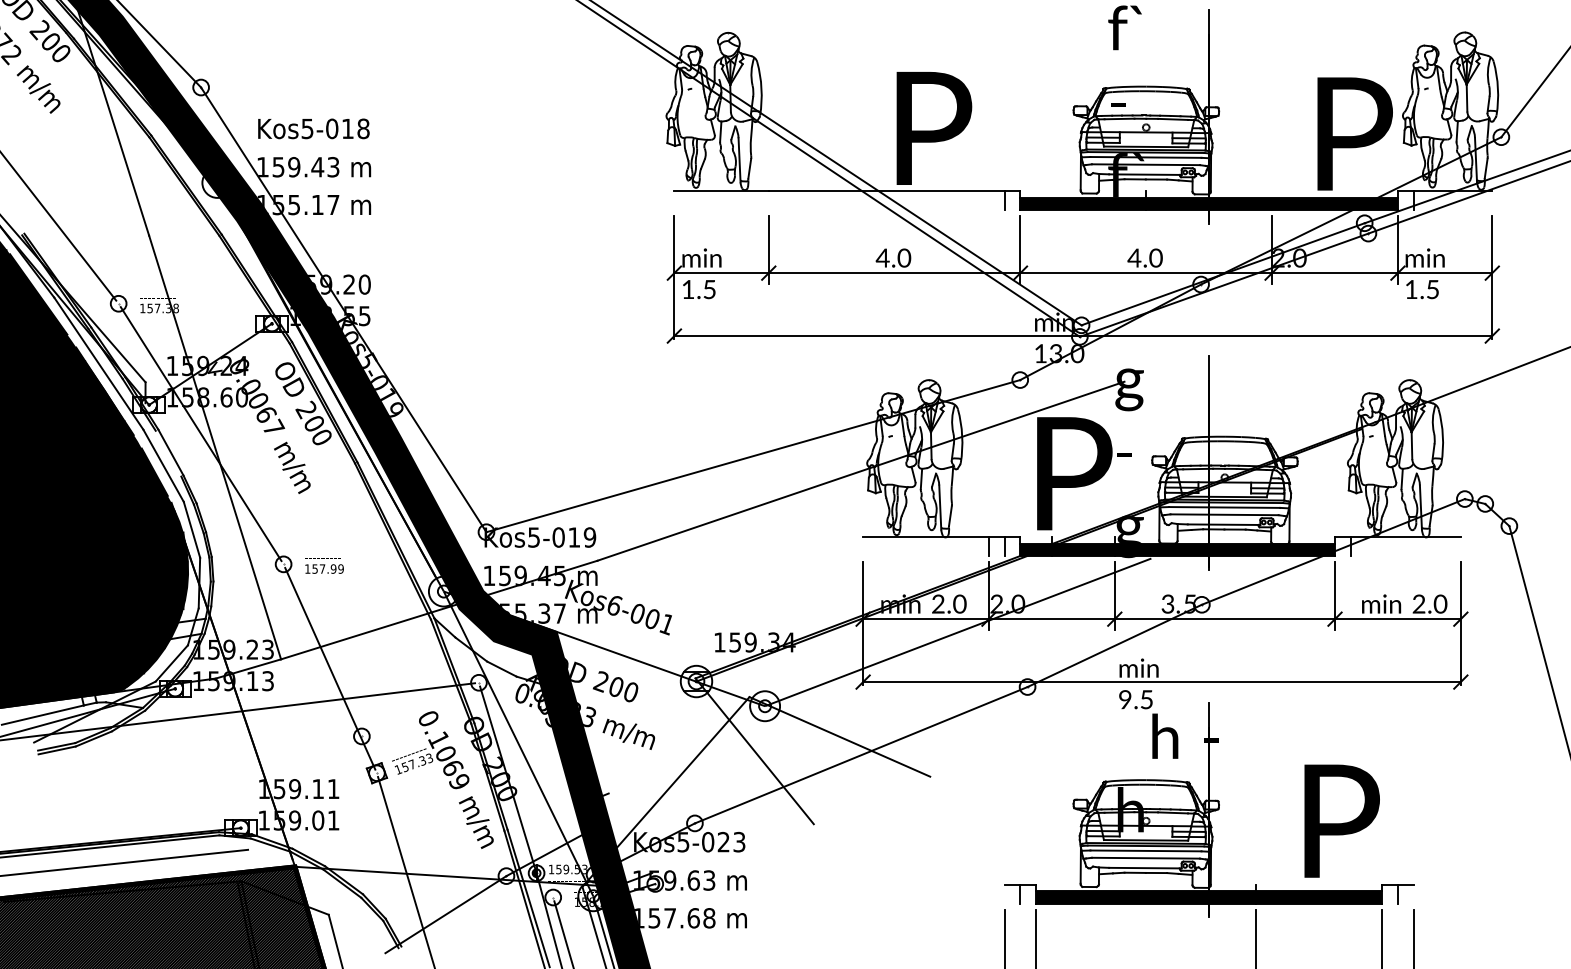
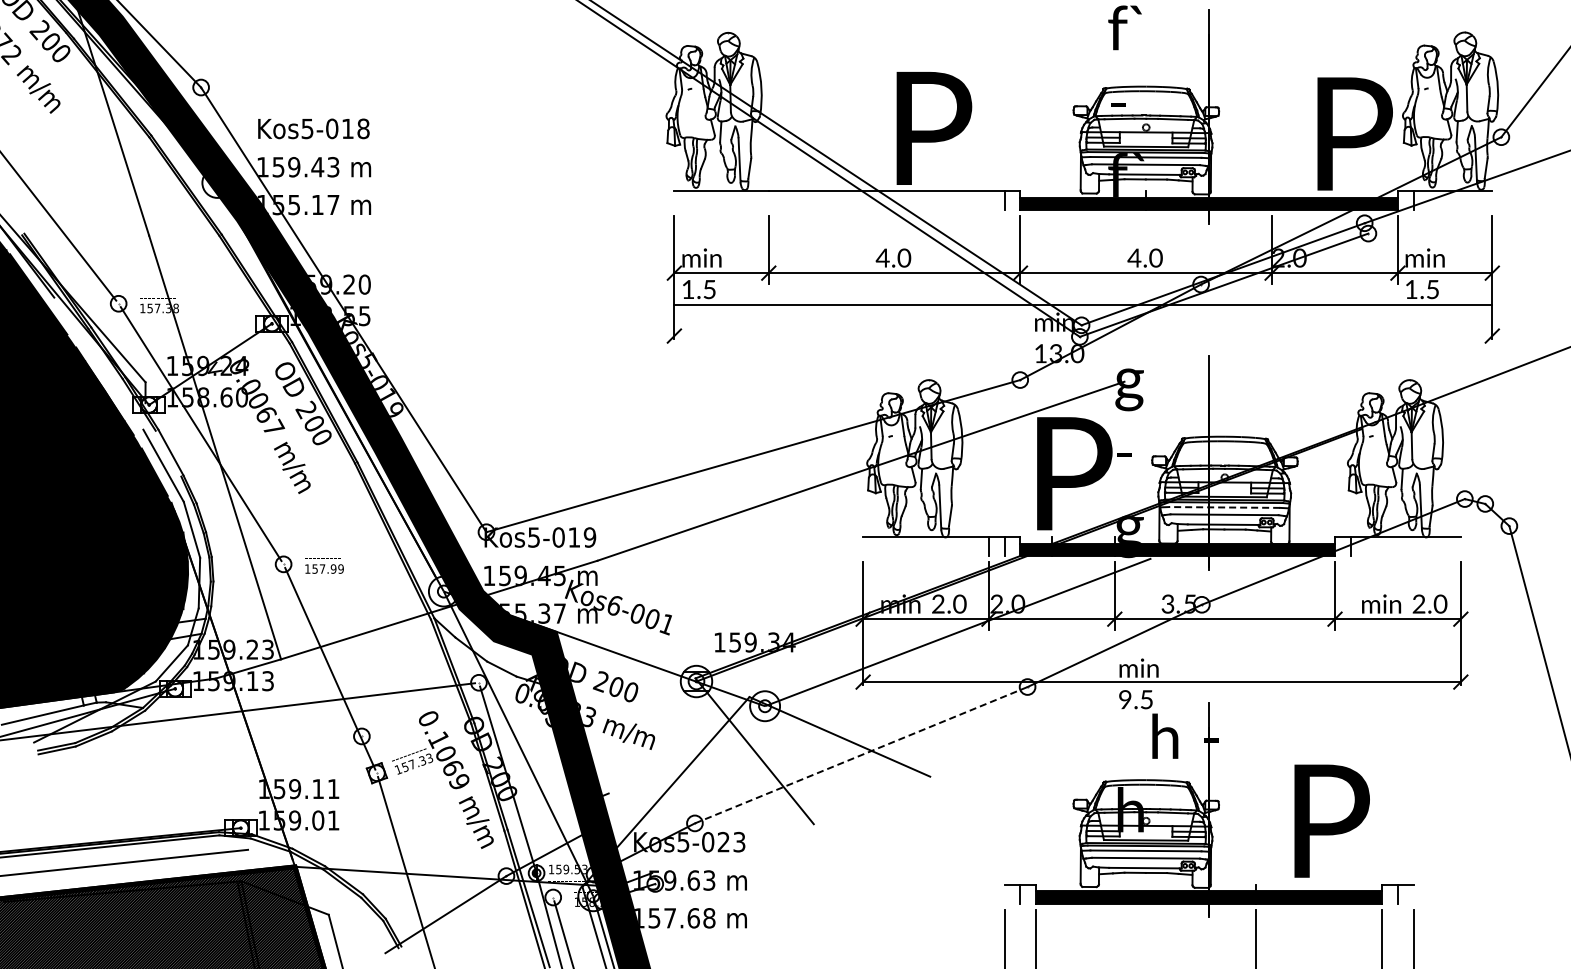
line at (1467, 197): present -> none
line at (1083, 336) position: (1083, 336) -> (1083, 305)
line at (98, 363): present -> none
line at (1224, 507): solid -> dashed
line at (861, 755): solid -> dashed
text at (1341, 820) position: (1341, 820) -> (1331, 820)
